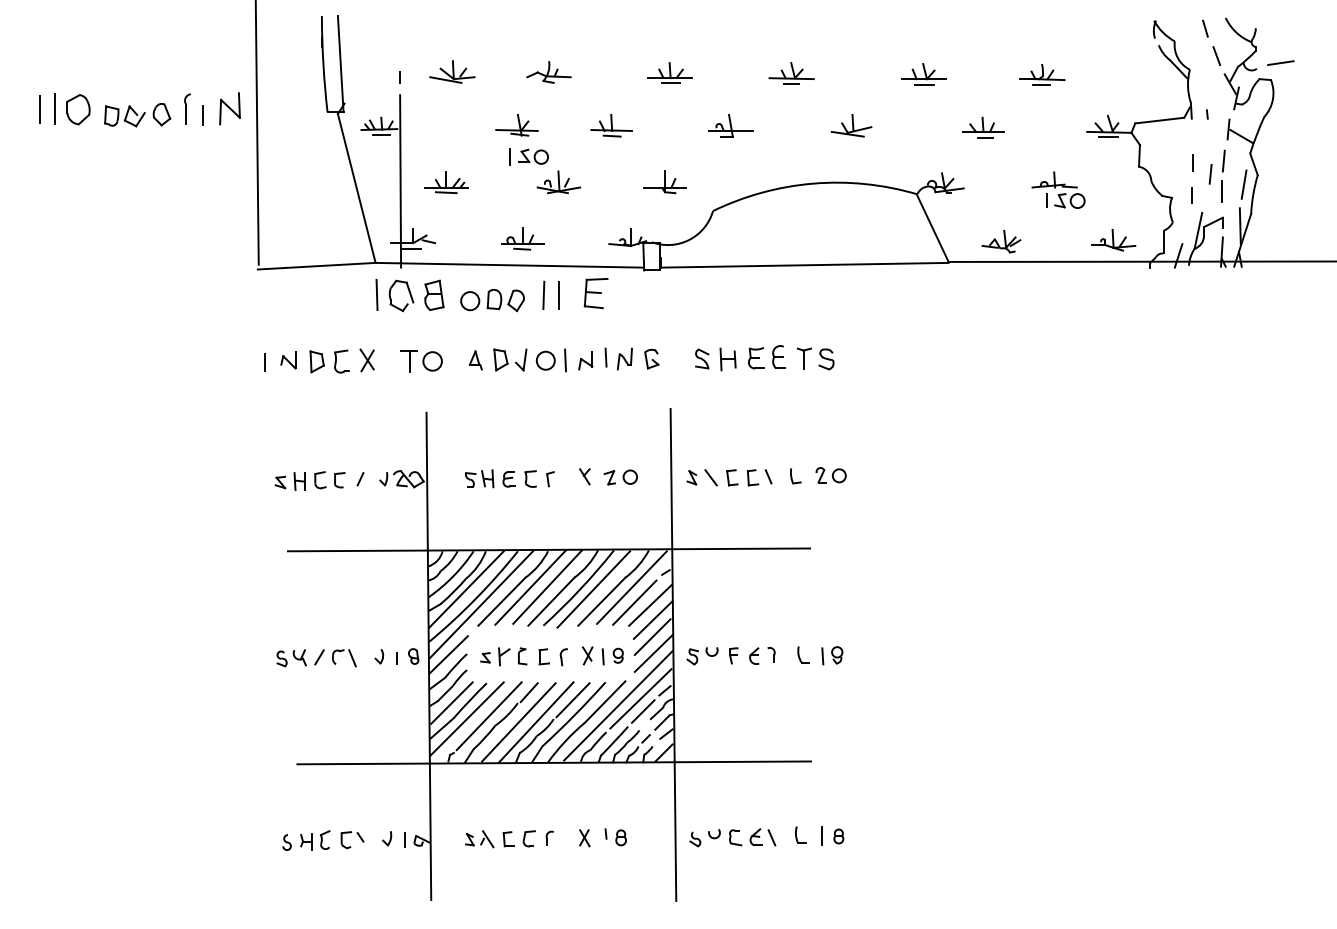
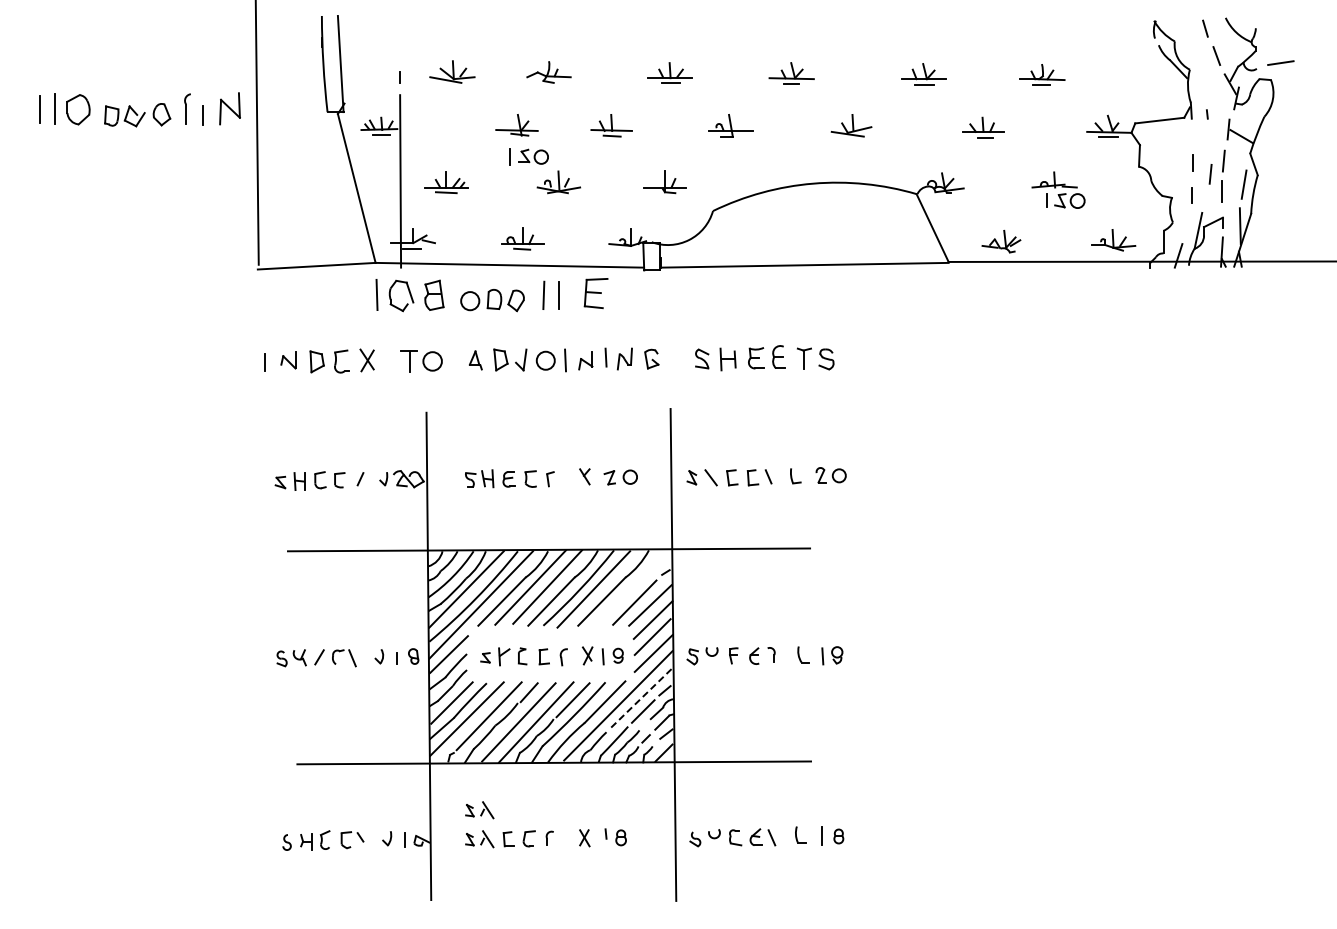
line at (631, 587): present -> none
line at (640, 698): solid -> dashed
part at (479, 810): none -> present
